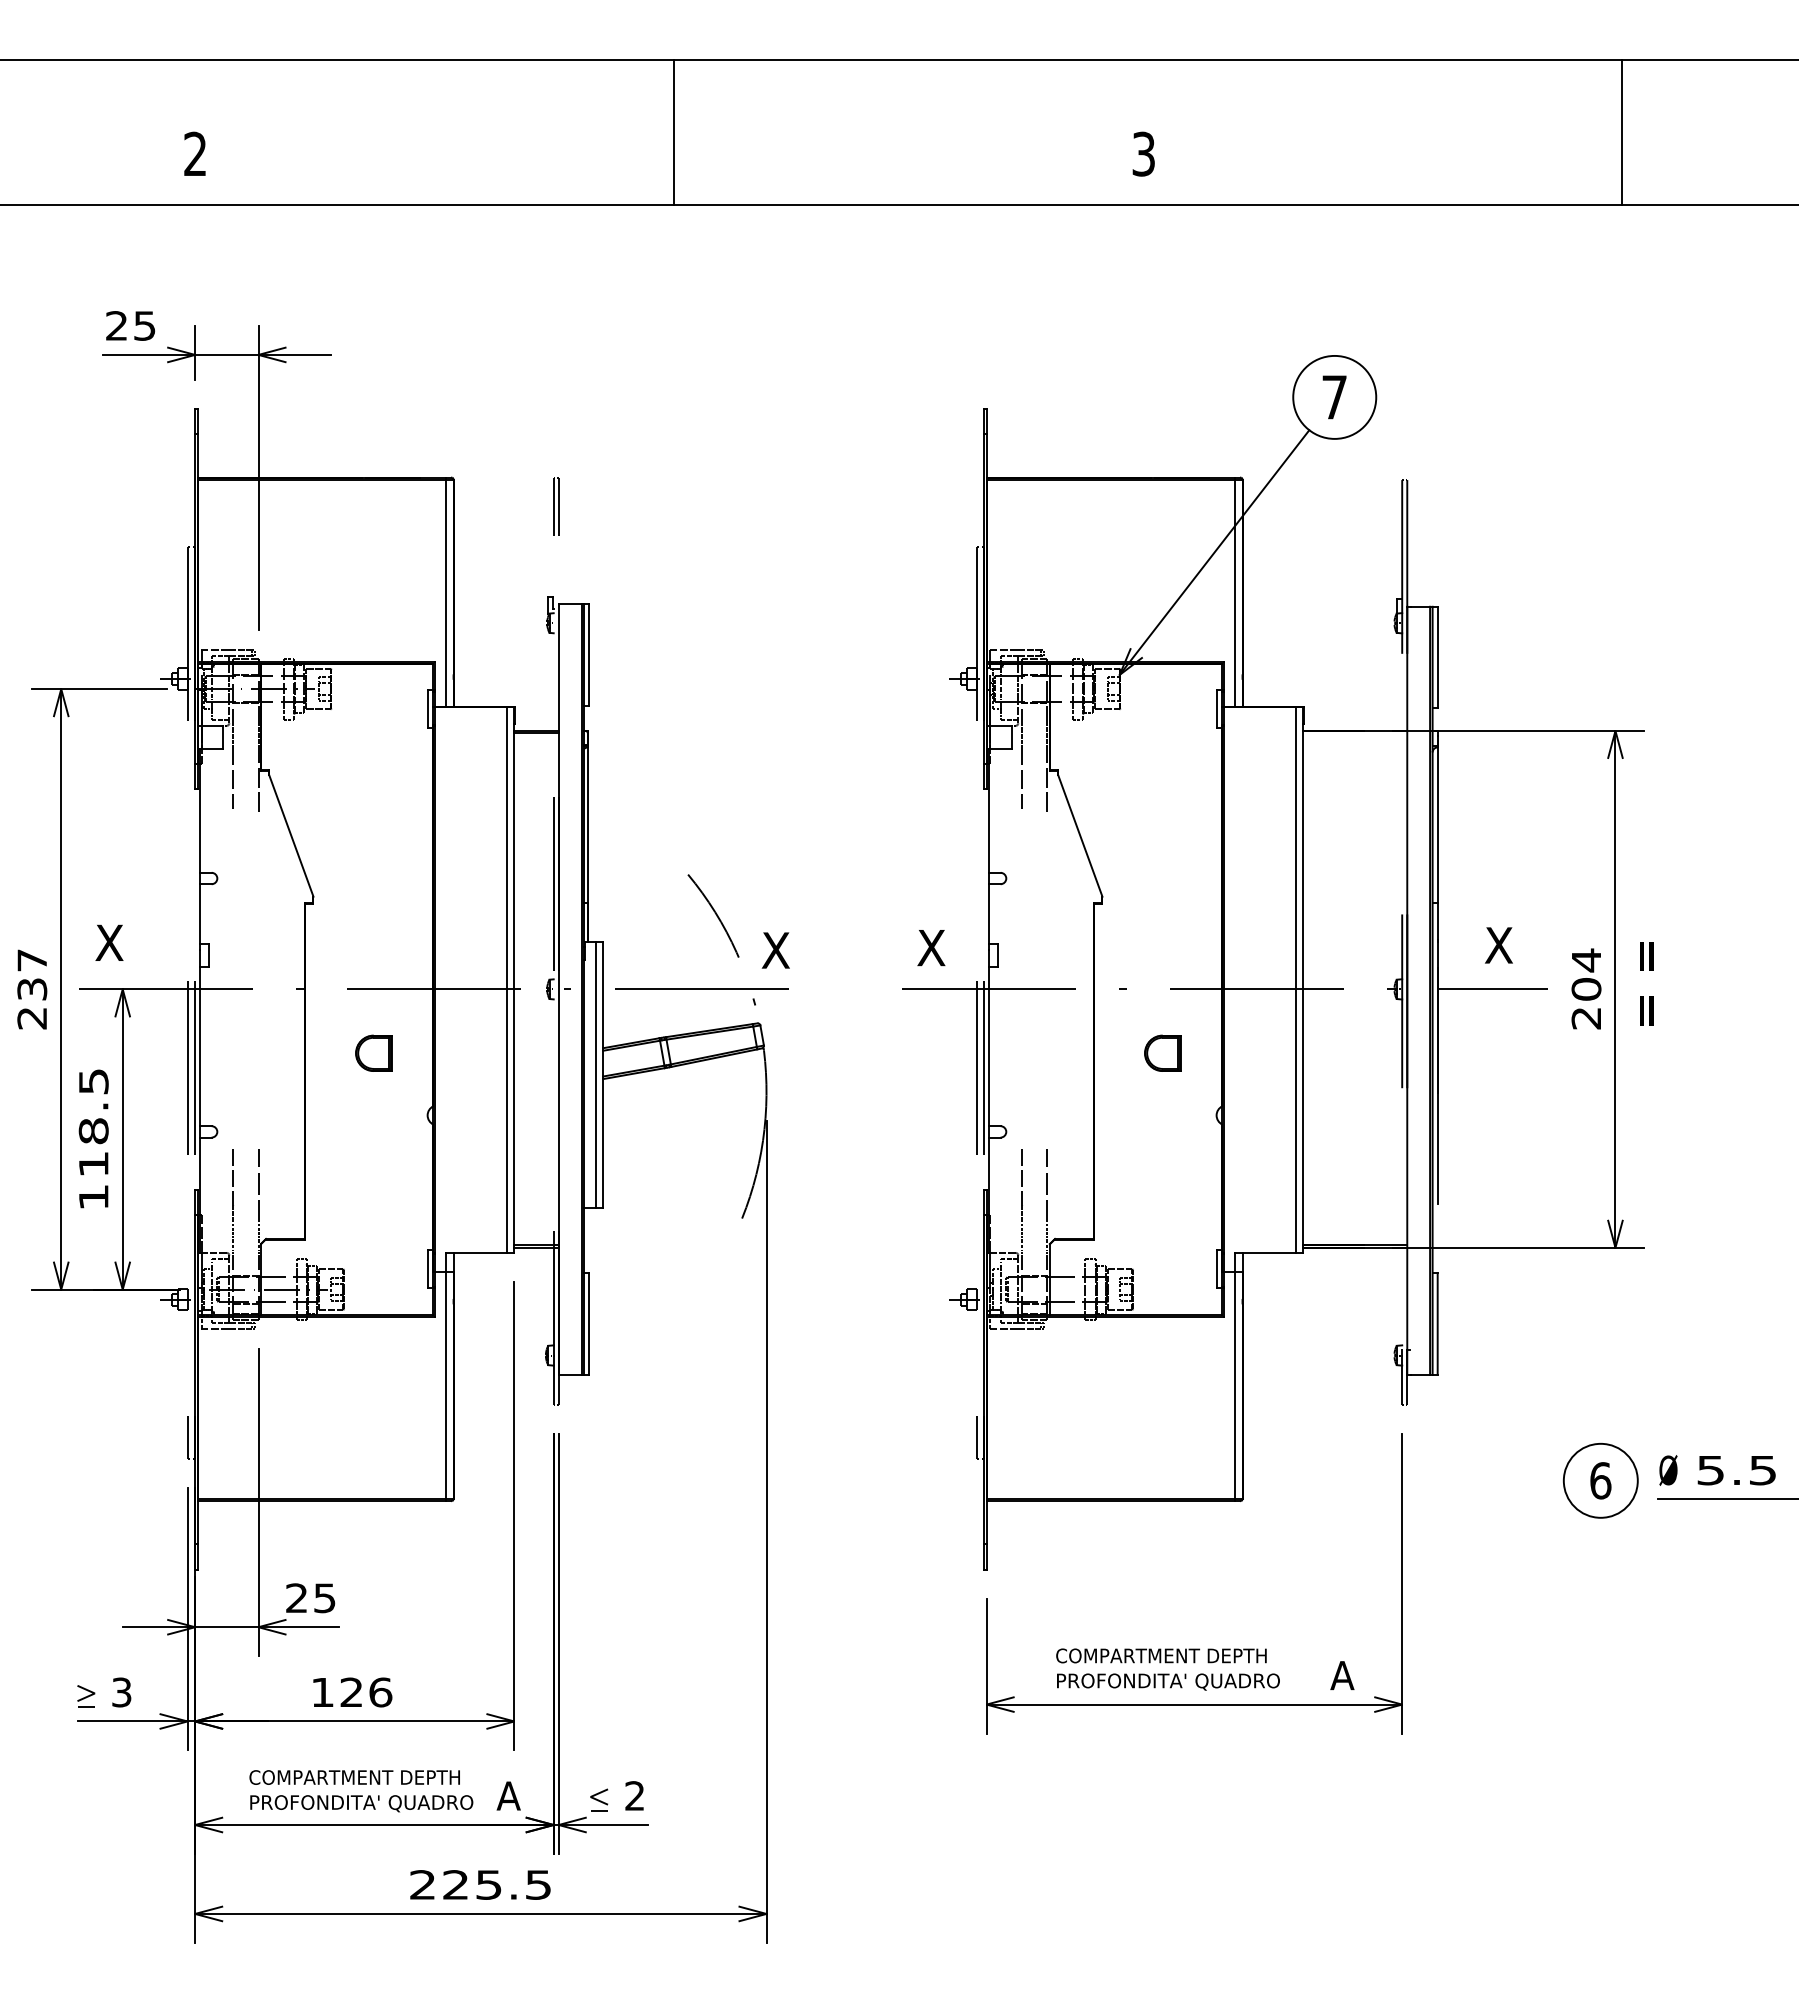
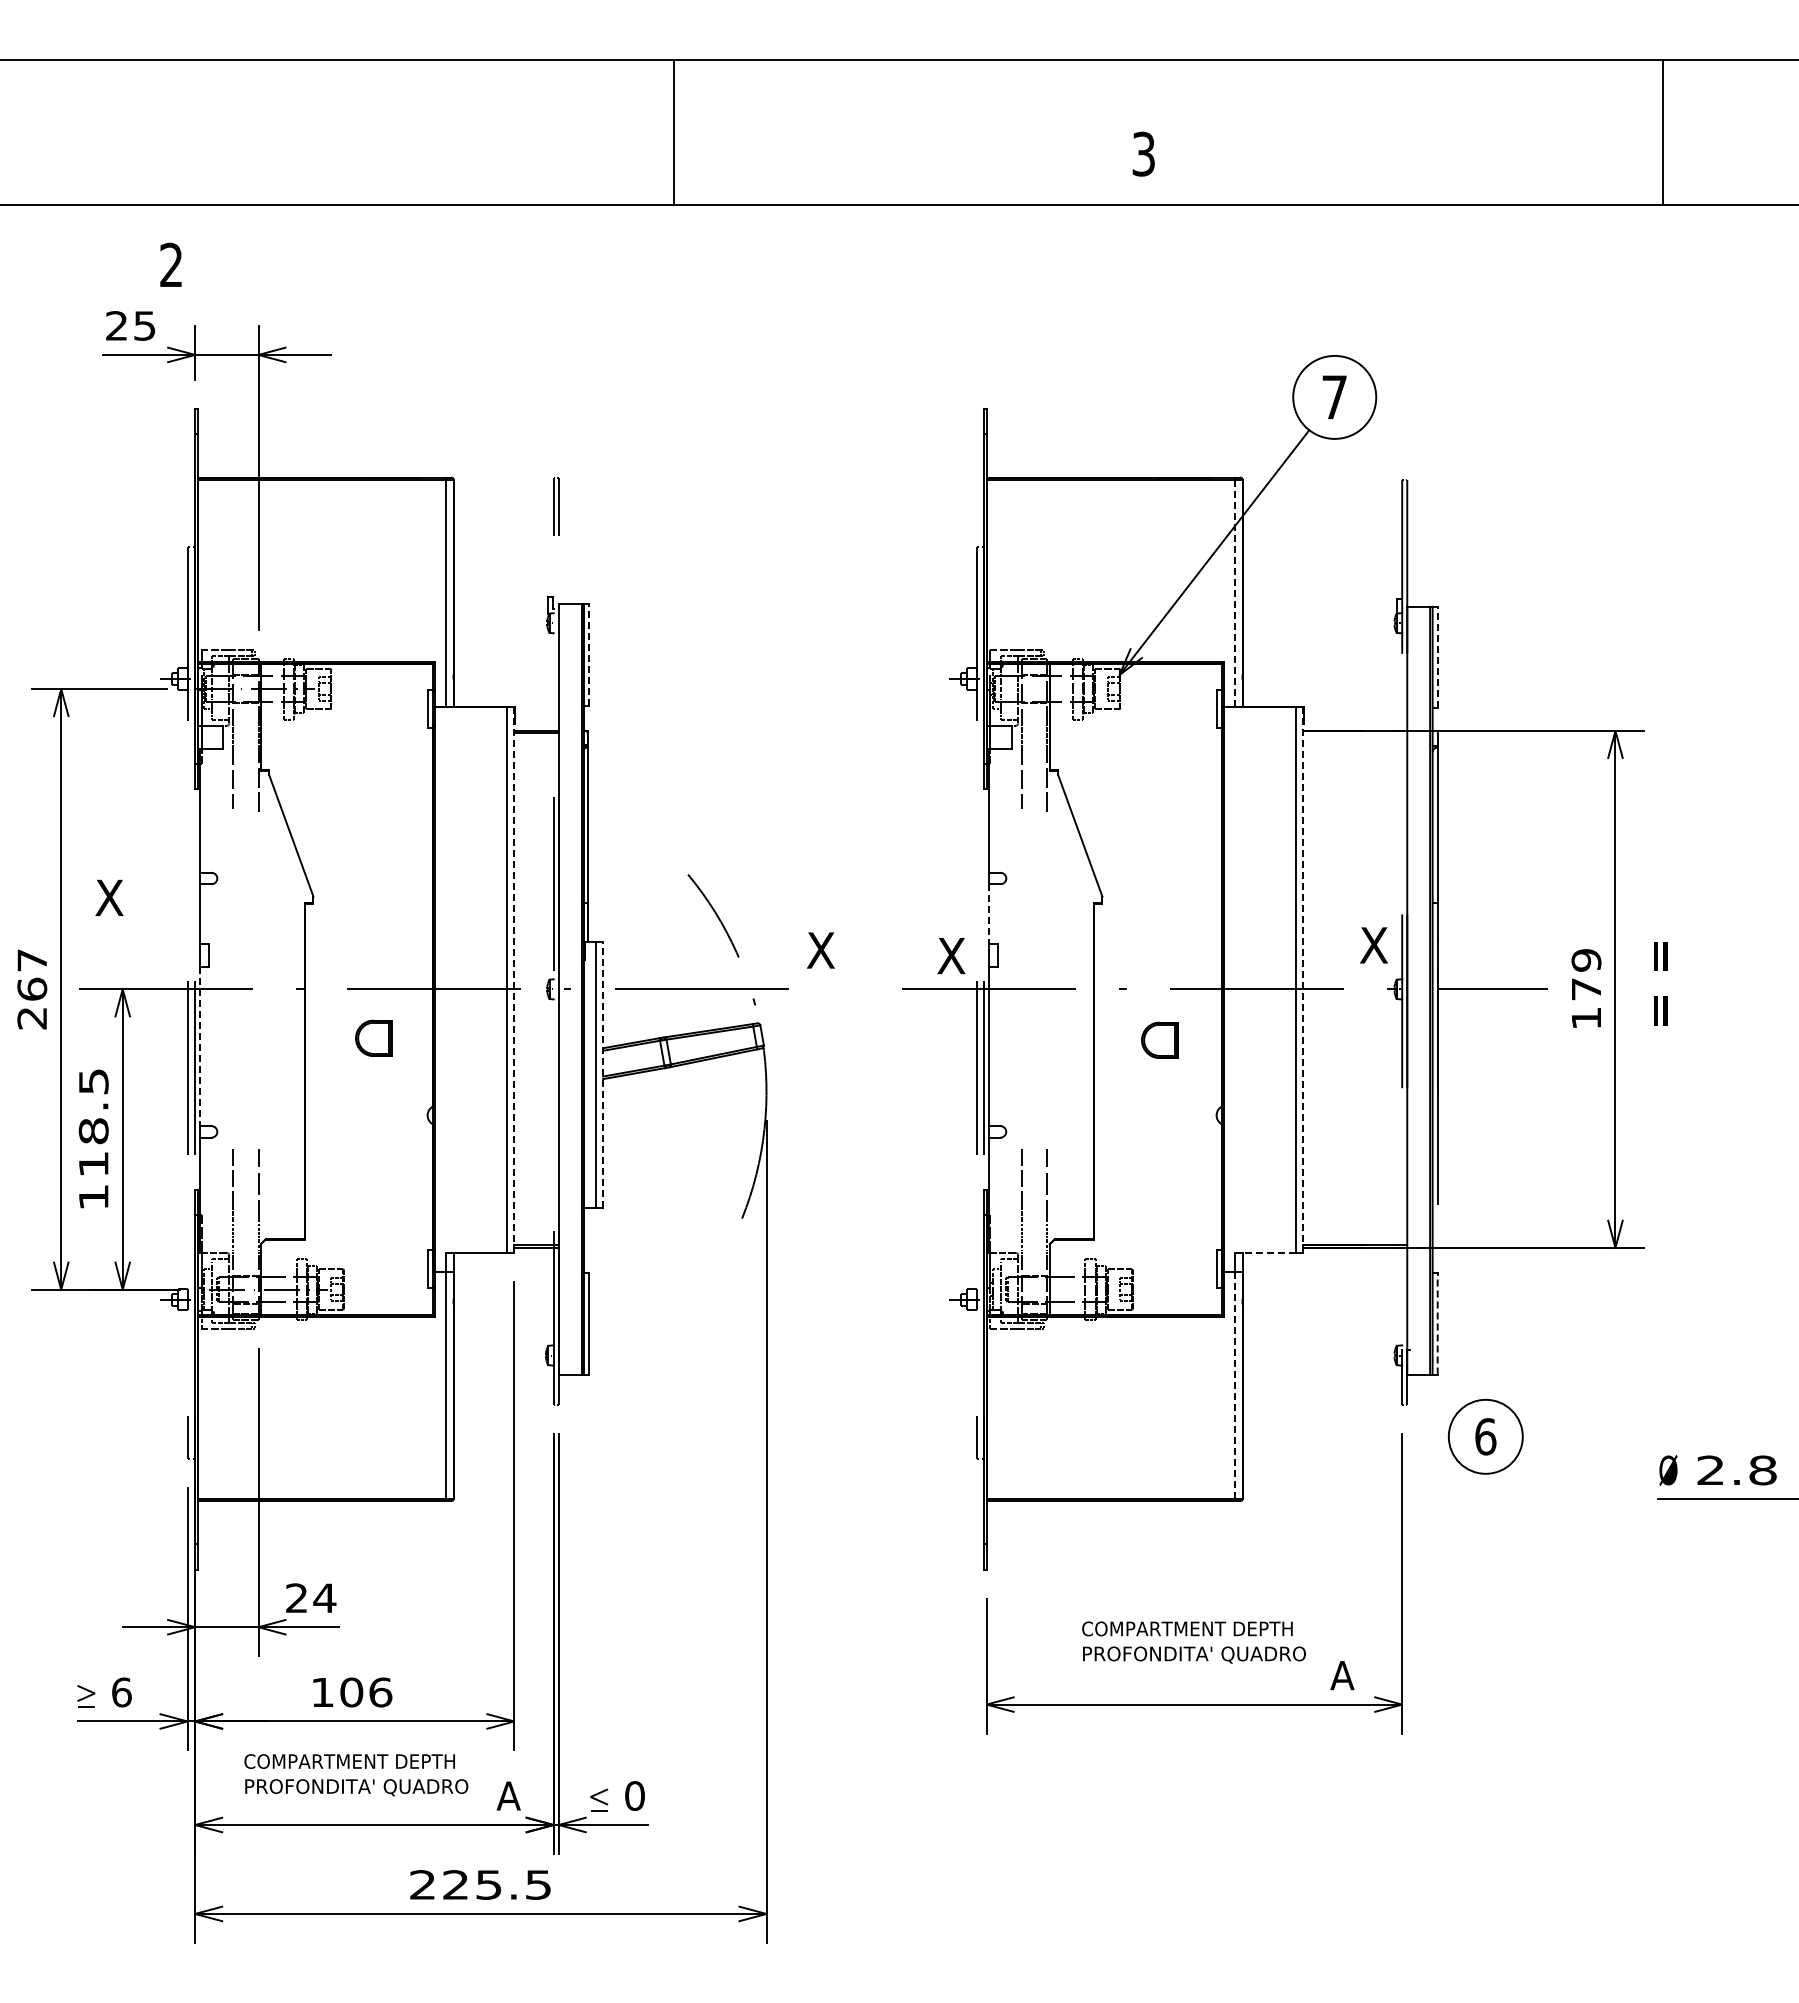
line at (1622, 132) position: (1622, 132) -> (1663, 132)
text at (194, 153) position: (194, 153) -> (170, 264)
line at (1234, 592): solid -> dashed
line at (589, 654): solid -> dashed
line at (1437, 657): solid -> dashed
line at (989, 913): solid -> dashed
text at (109, 942) position: (109, 942) -> (109, 897)
text at (1498, 945) position: (1498, 945) -> (1373, 945)
text at (931, 948) position: (931, 948) -> (951, 956)
text at (775, 950) position: (775, 950) -> (820, 950)
line at (514, 980): solid -> dashed
line at (1303, 980): solid -> dashed
text at (1646, 983) position: (1646, 983) -> (1660, 983)
text at (32, 988): 237 -> 267
text at (1586, 988): 204 -> 179
line at (200, 1046): solid -> dashed
part at (373, 1052) position: (373, 1052) -> (373, 1037)
part at (1162, 1052) position: (1162, 1052) -> (1159, 1039)
line at (603, 1074): solid -> dashed
line at (1269, 1252): solid -> dashed
line at (1437, 1323): solid -> dashed
line at (1234, 1385): solid -> dashed
text at (1736, 1470): 5.5 -> 2.8
part at (1600, 1480) position: (1600, 1480) -> (1485, 1436)
text at (324, 1598): 25 -> 24
text at (1167, 1669) position: (1167, 1669) -> (1193, 1642)
text at (121, 1692): 3 -> 6
text at (351, 1692): 126 -> 106
text at (361, 1791) position: (361, 1791) -> (356, 1775)
text at (634, 1795): 2 -> 0
